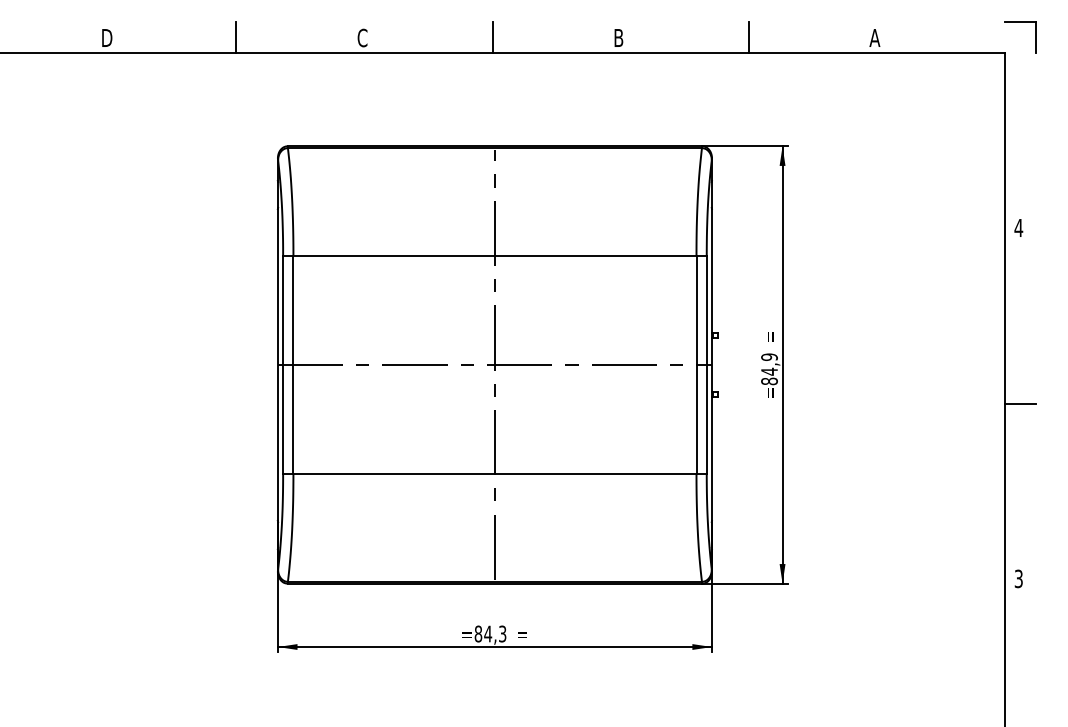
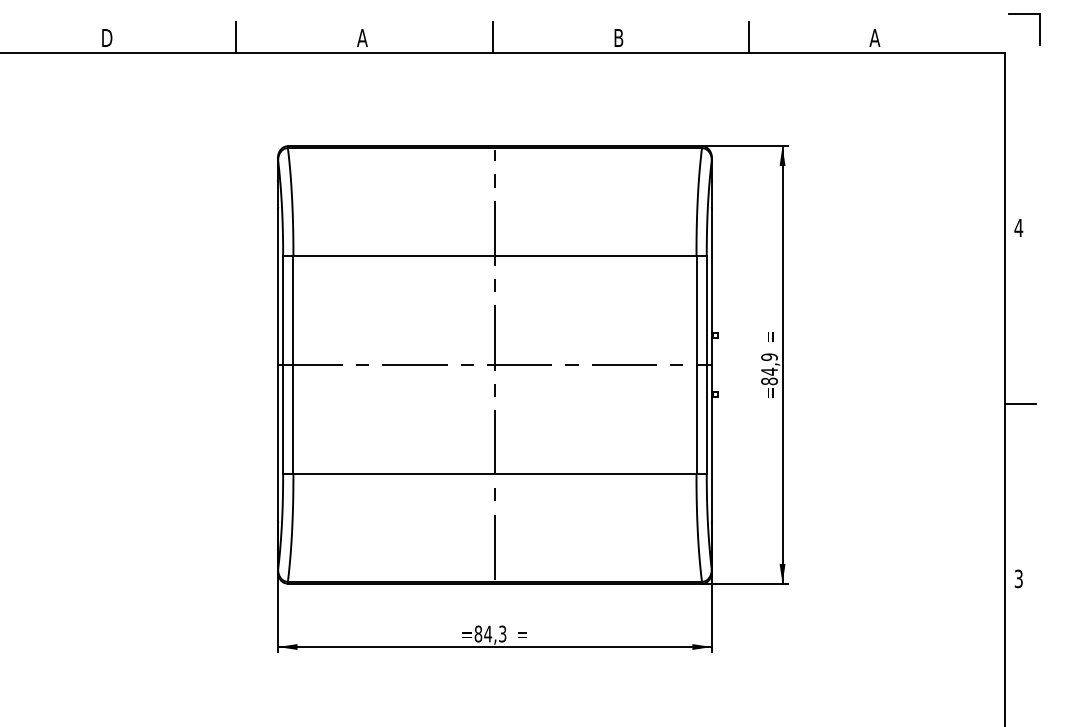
part at (1020, 22) position: (1020, 22) -> (1024, 14)
text at (362, 37): C -> A
